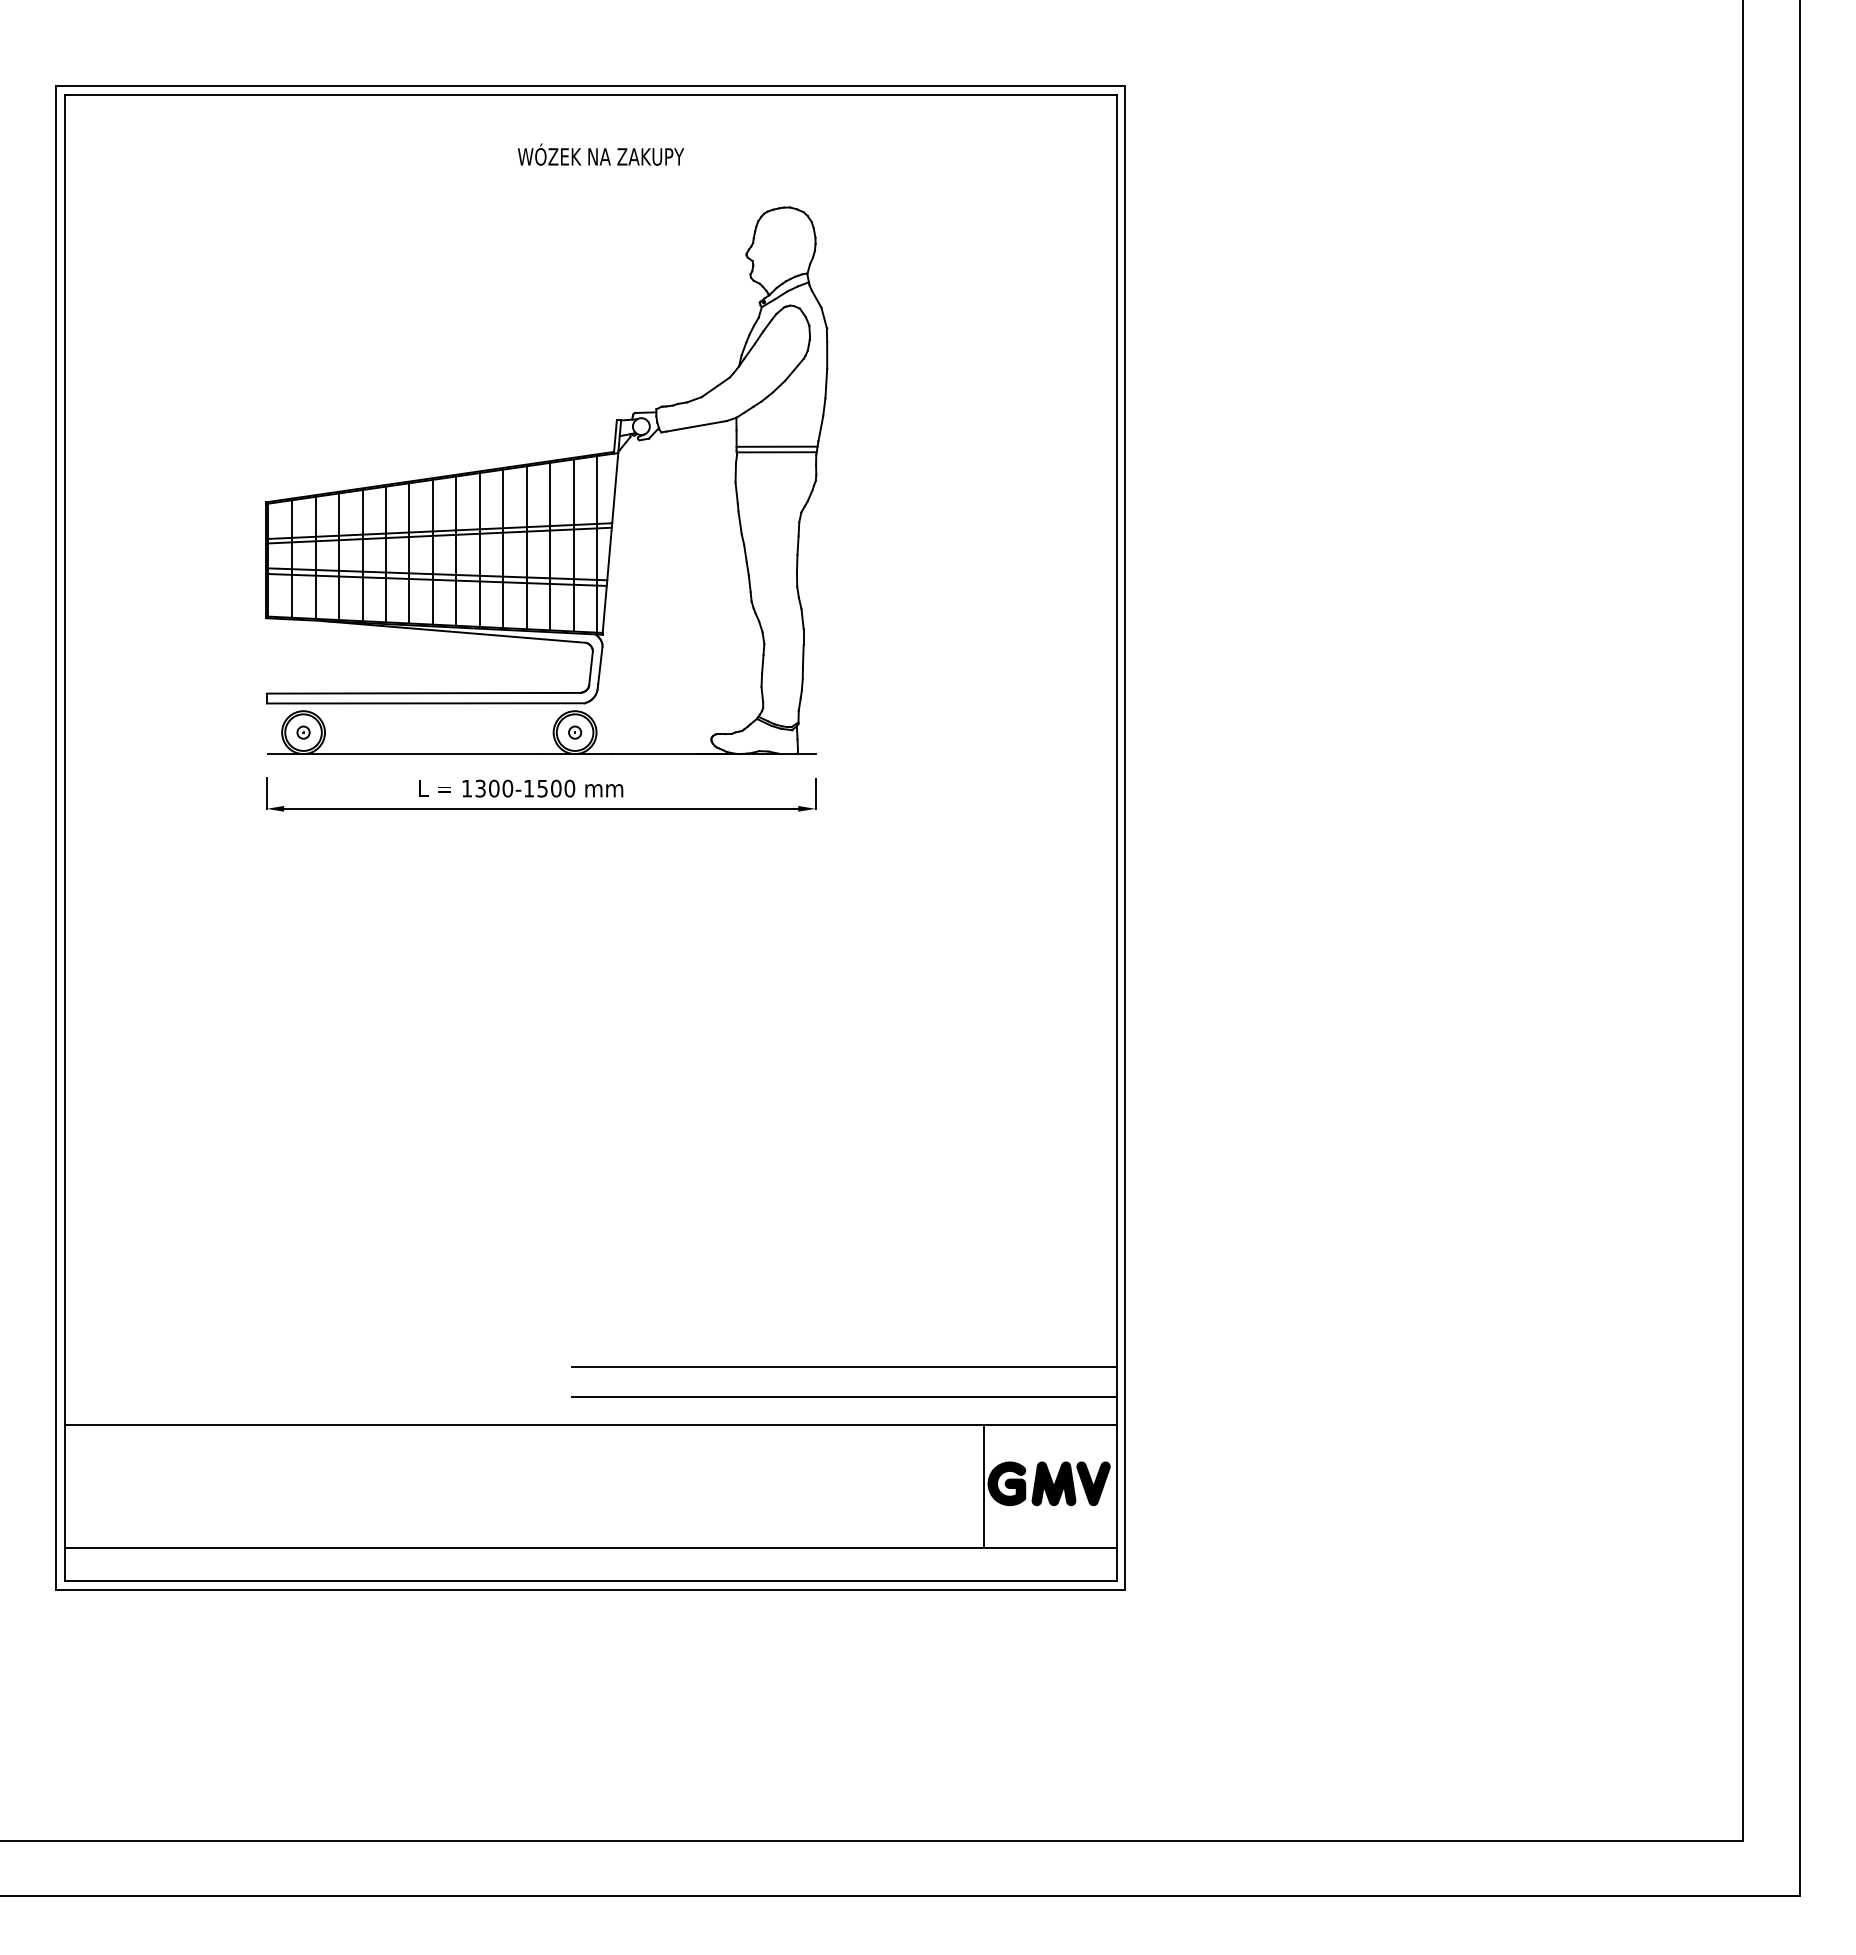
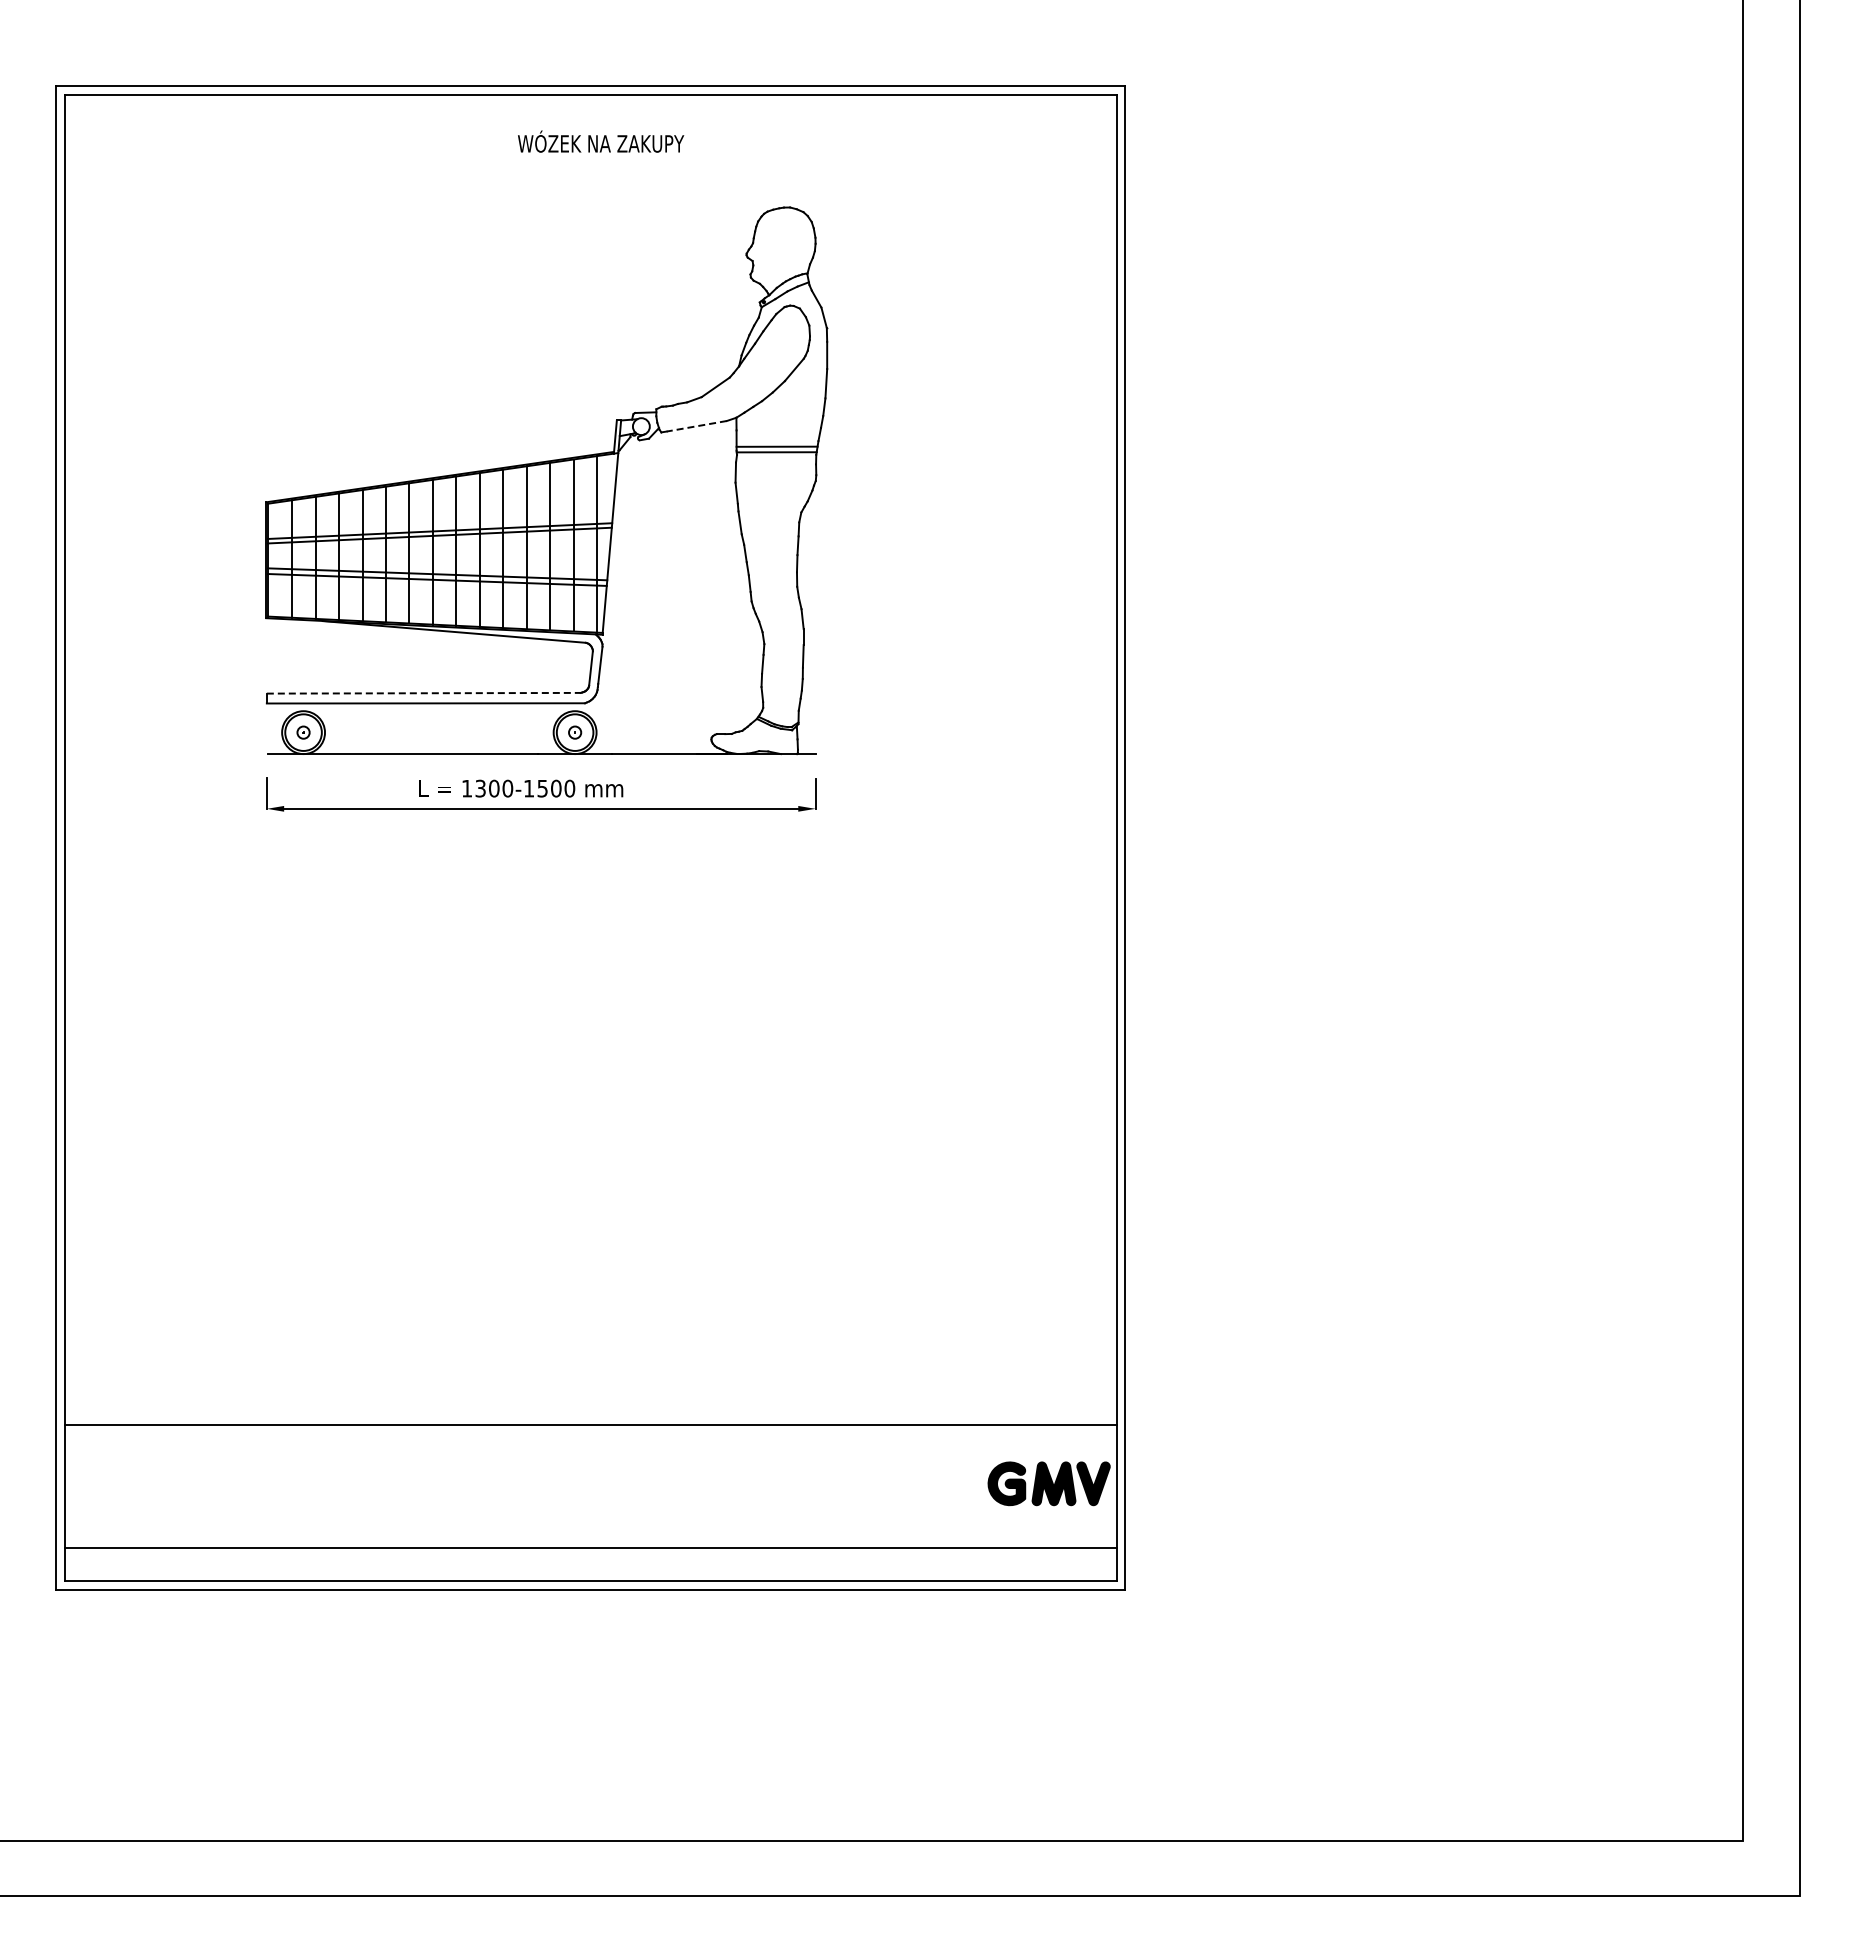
text at (601, 154) position: (601, 154) -> (601, 141)
line at (696, 426): solid -> dashed
line at (423, 693): solid -> dashed
line at (844, 1366): present -> none
line at (844, 1396): present -> none
line at (984, 1485): present -> none
